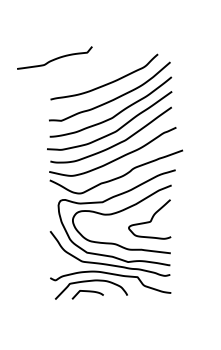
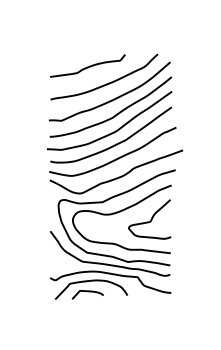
curve at (54, 58) position: (54, 58) -> (87, 66)
